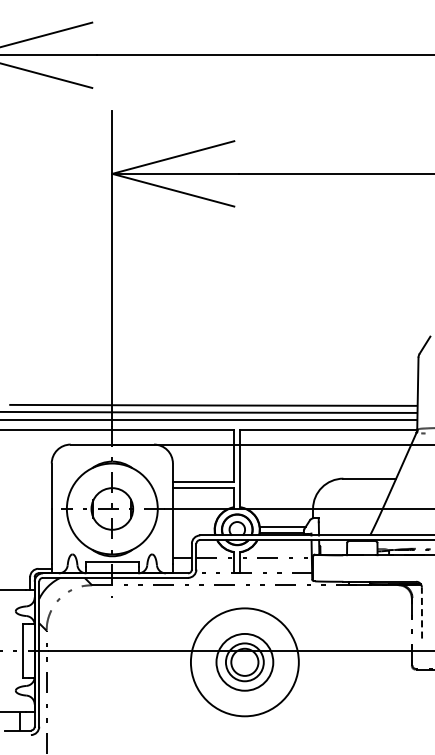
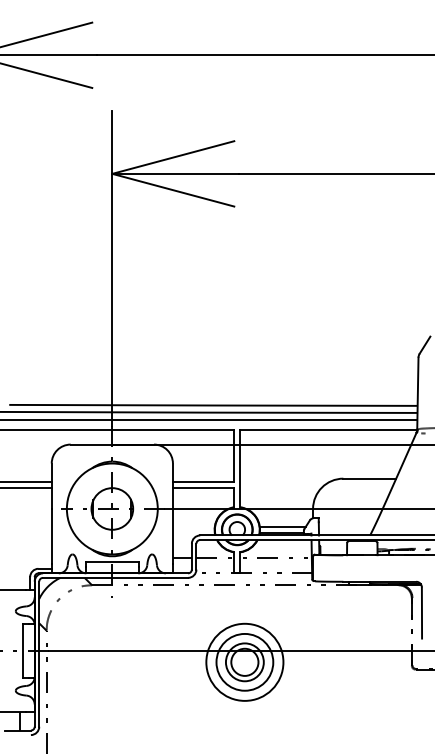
line at (26, 482): none -> present
line at (26, 488): none -> present
line at (421, 612): dashed -> solid
circle at (244, 662) diameter: 108 px -> 77 px
